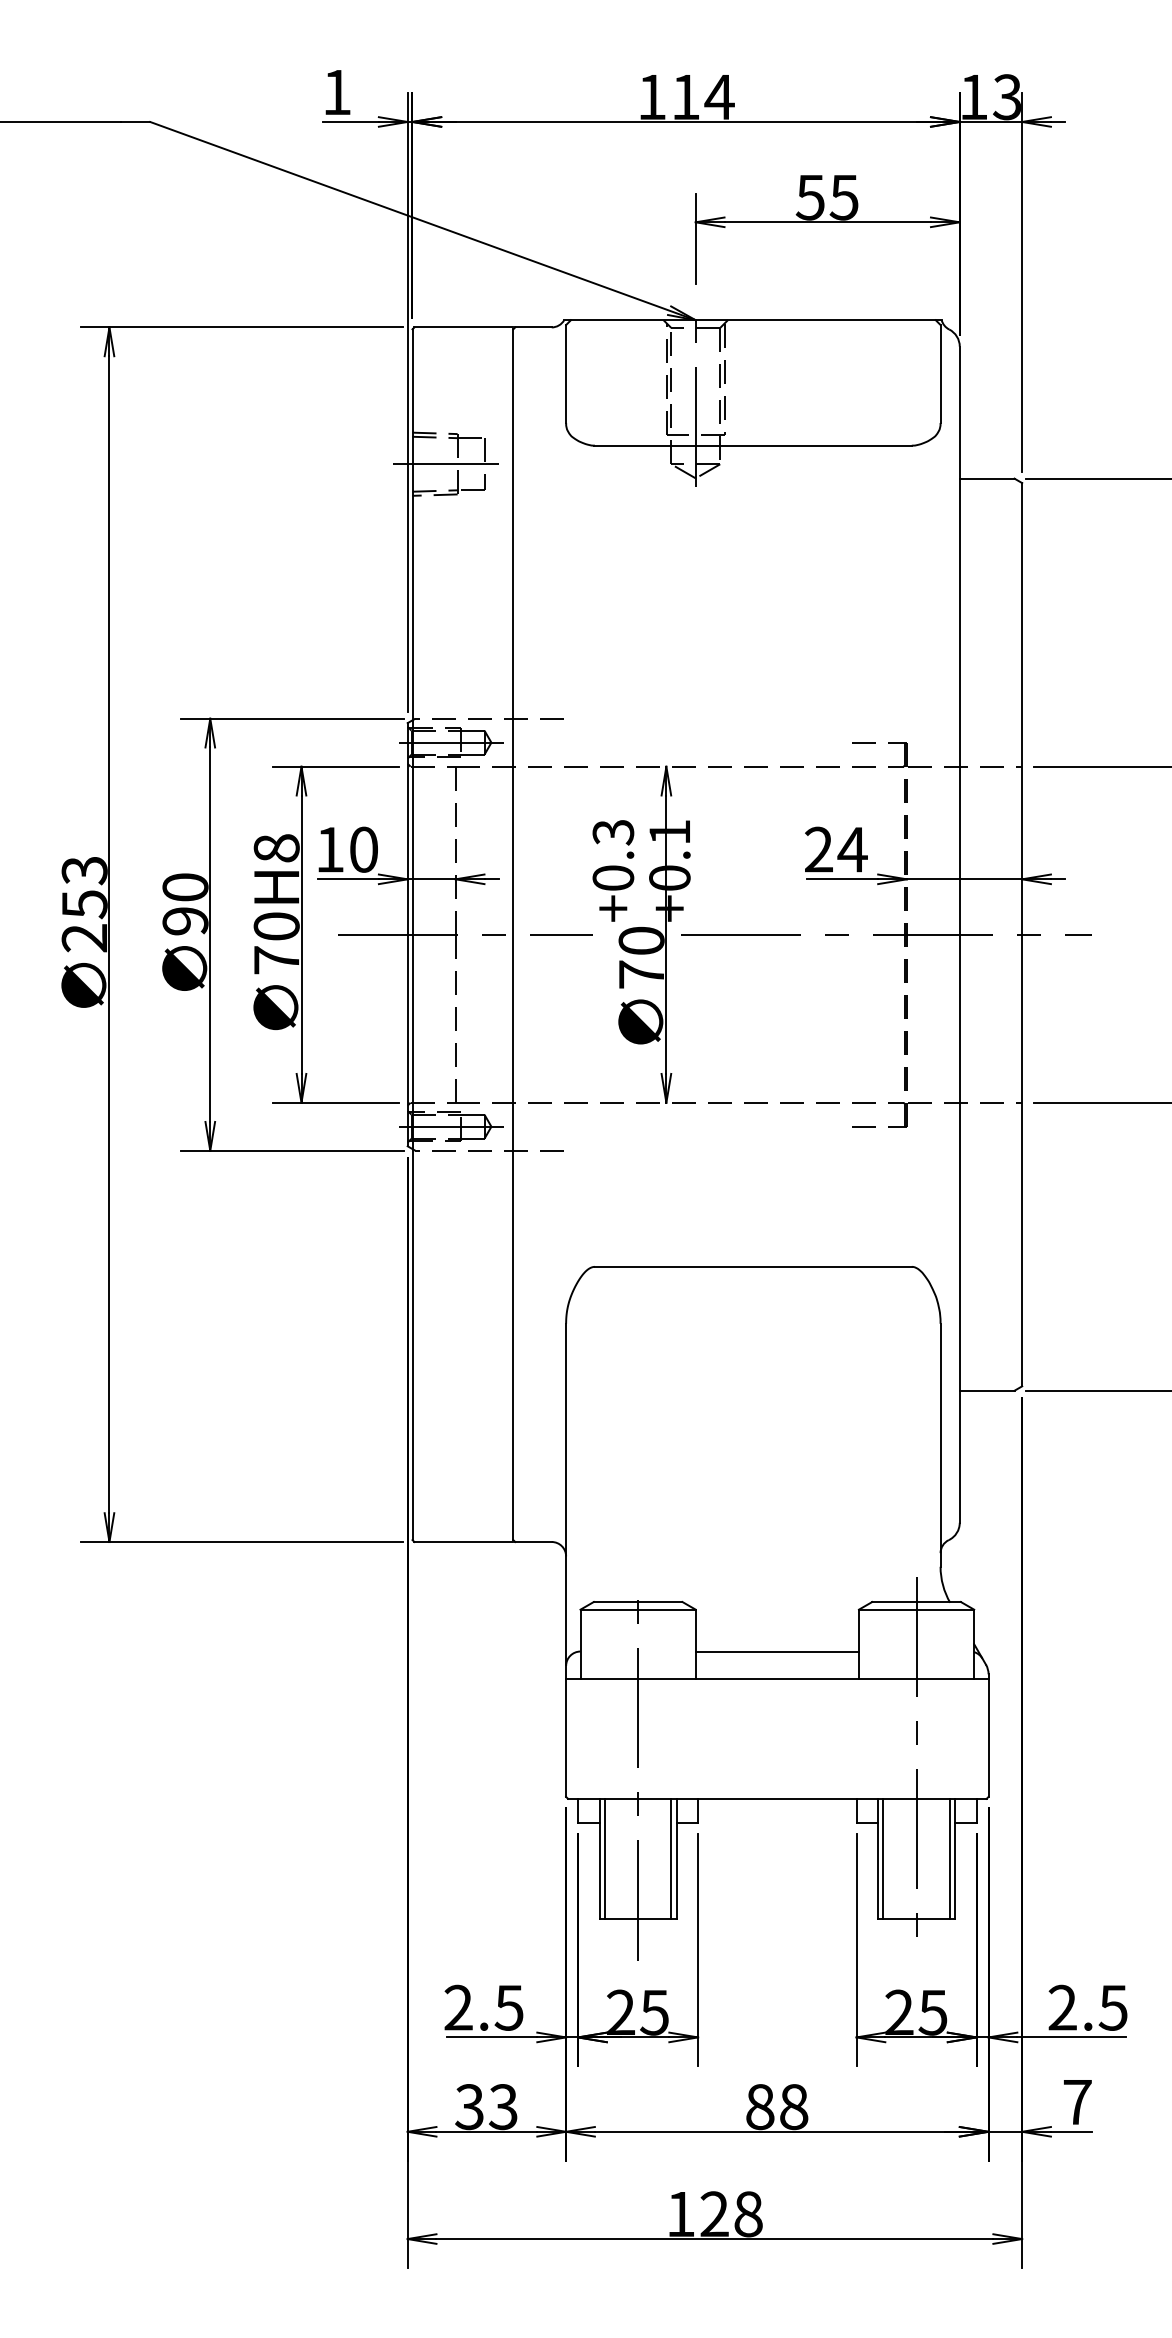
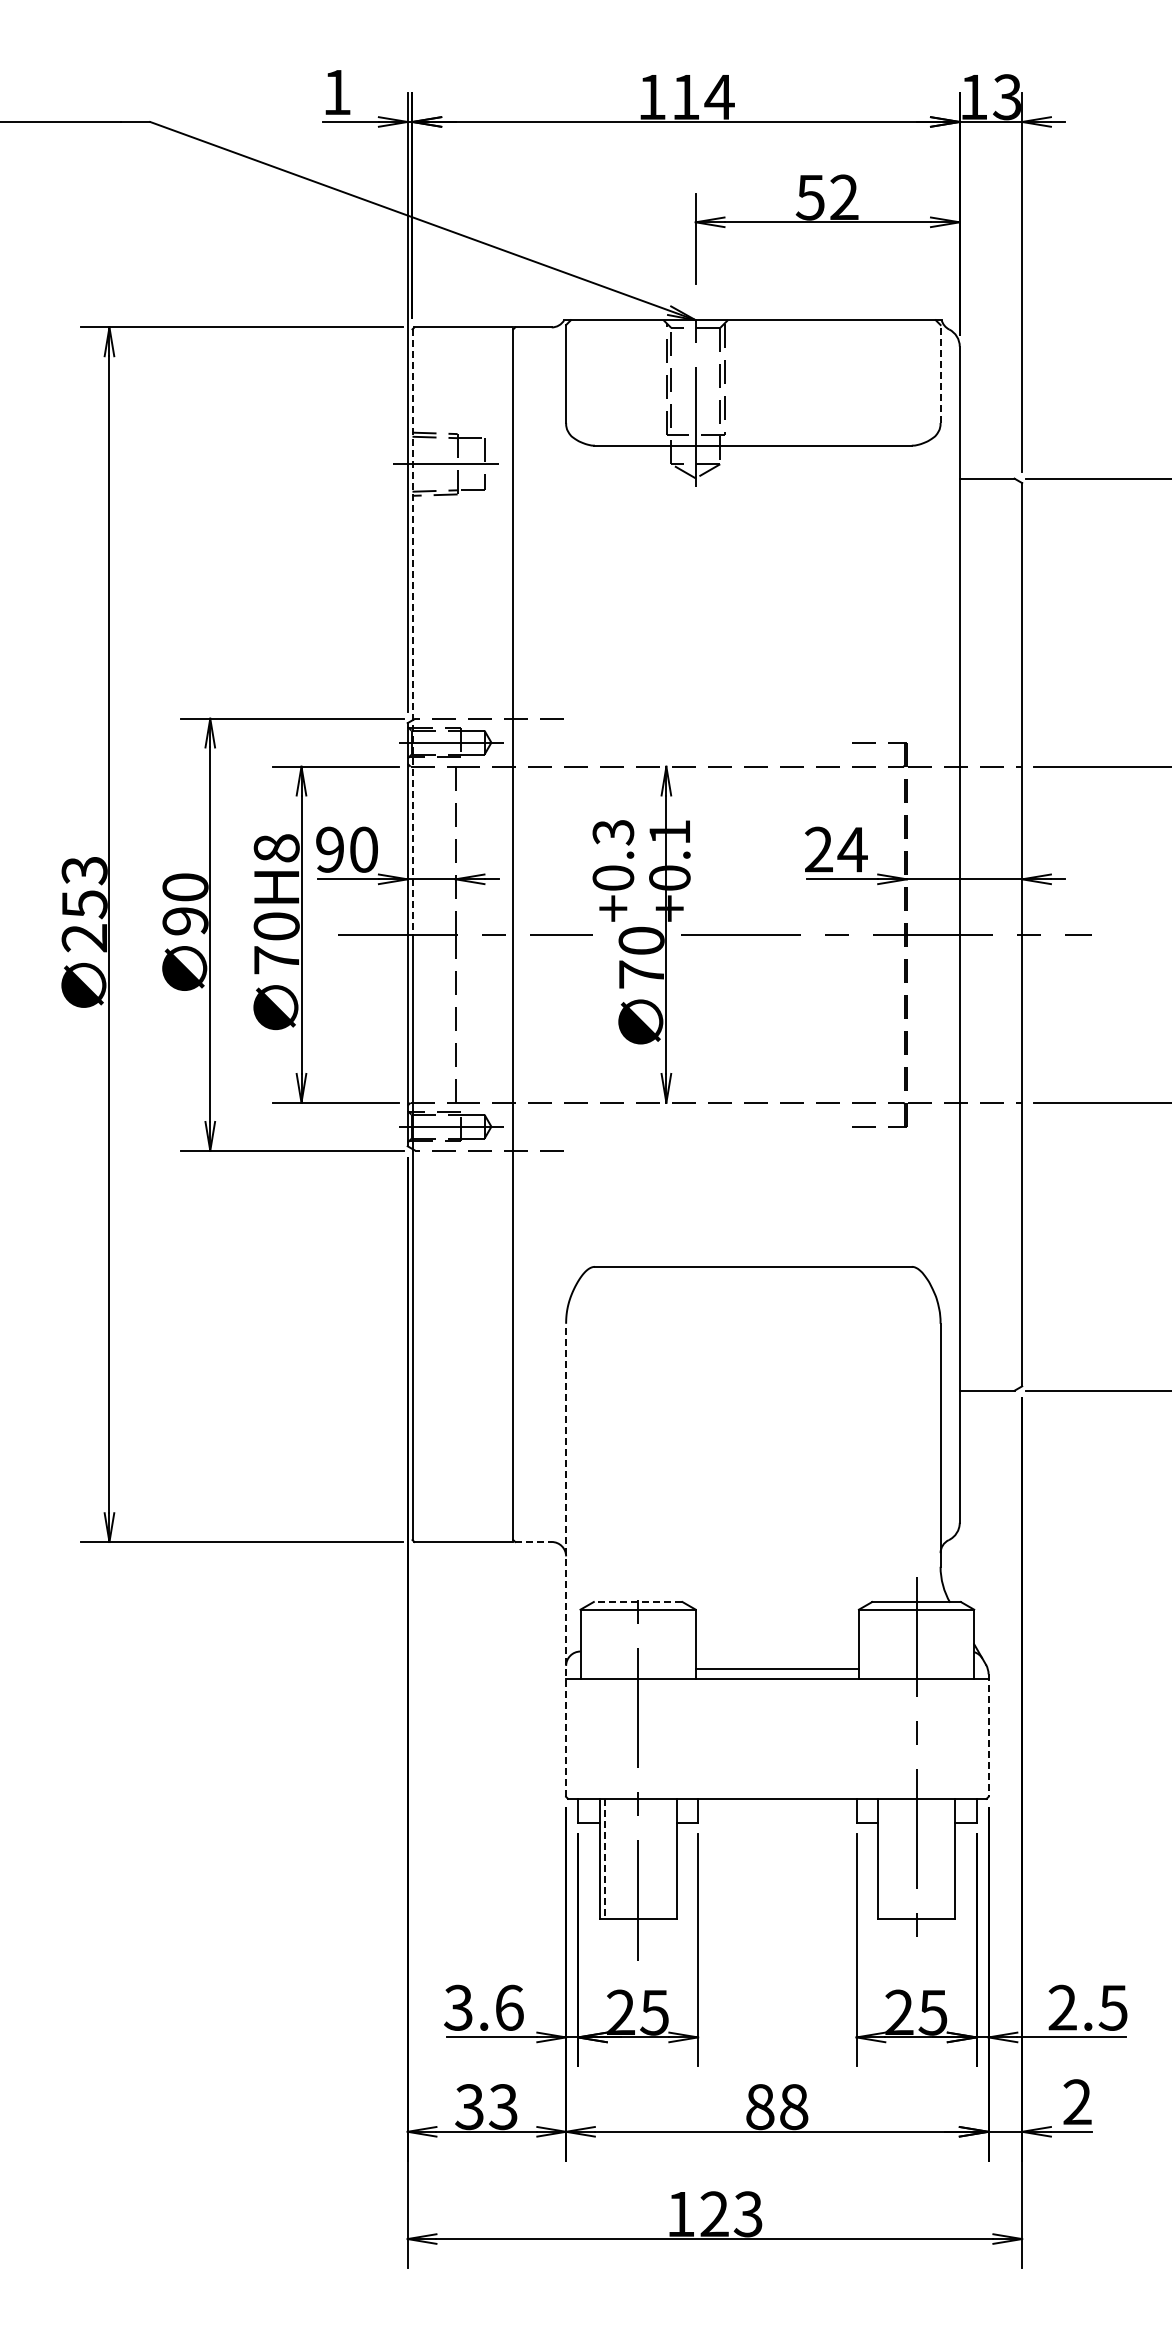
text at (843, 197): 55 -> 52
line at (940, 374): solid -> dashed
line at (412, 632): solid -> dashed
text at (329, 849): 10 -> 90
line at (533, 1541): solid -> dashed
line at (566, 1560): solid -> dashed
line at (637, 1602): solid -> dashed
line at (776, 1651) position: (776, 1651) -> (776, 1668)
line at (988, 1736): solid -> dashed
line at (671, 1858): present -> none
line at (883, 1858): present -> none
line at (949, 1858): present -> none
line at (604, 1859): solid -> dashed
text at (483, 2007): 2.5 -> 3.6
text at (1077, 2101): 7 -> 2
text at (747, 2214): 128 -> 123
